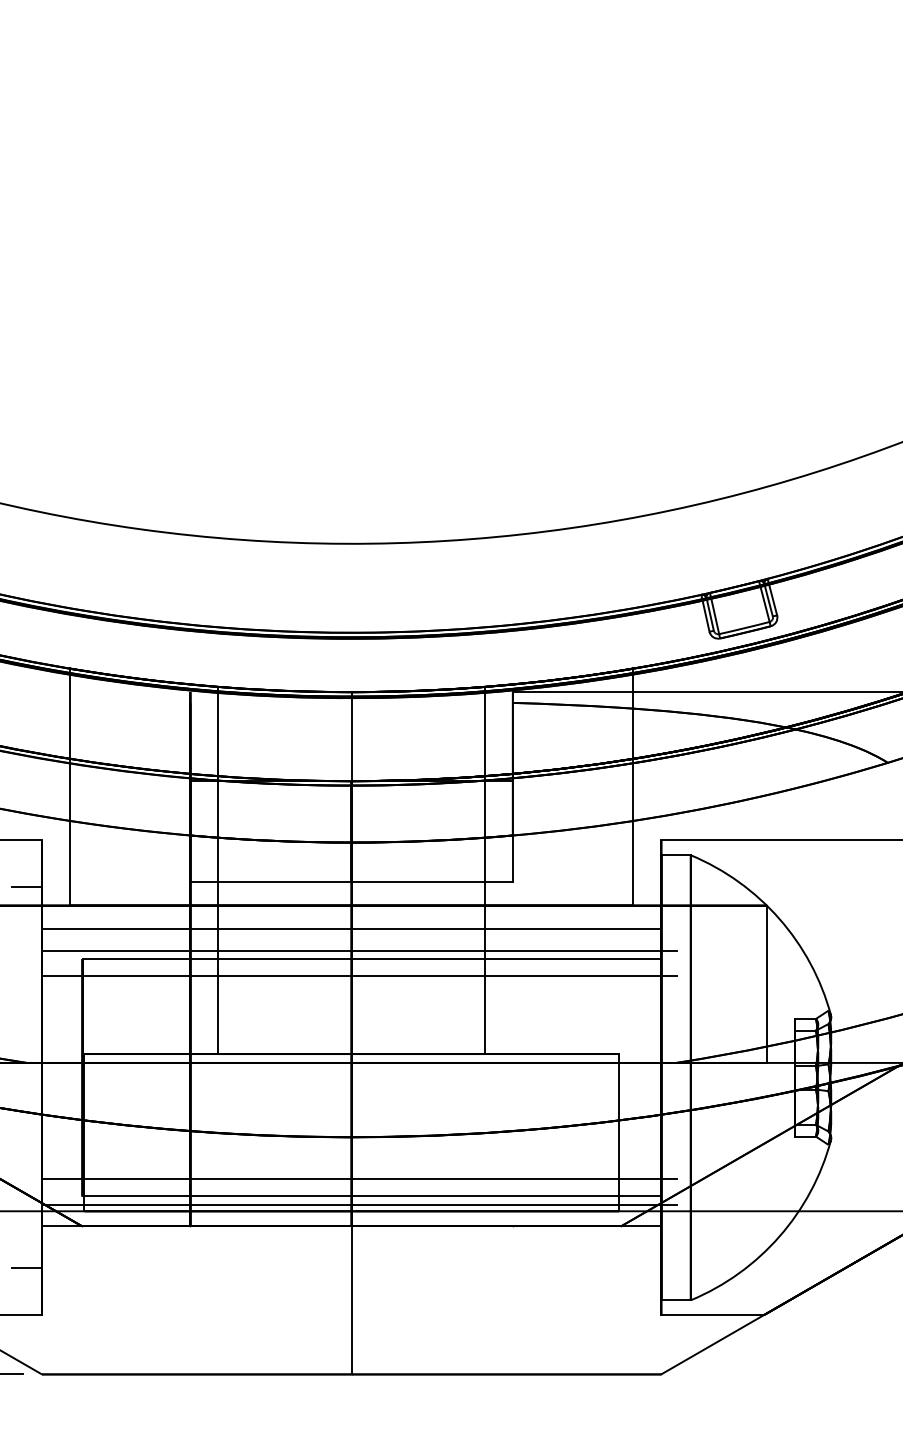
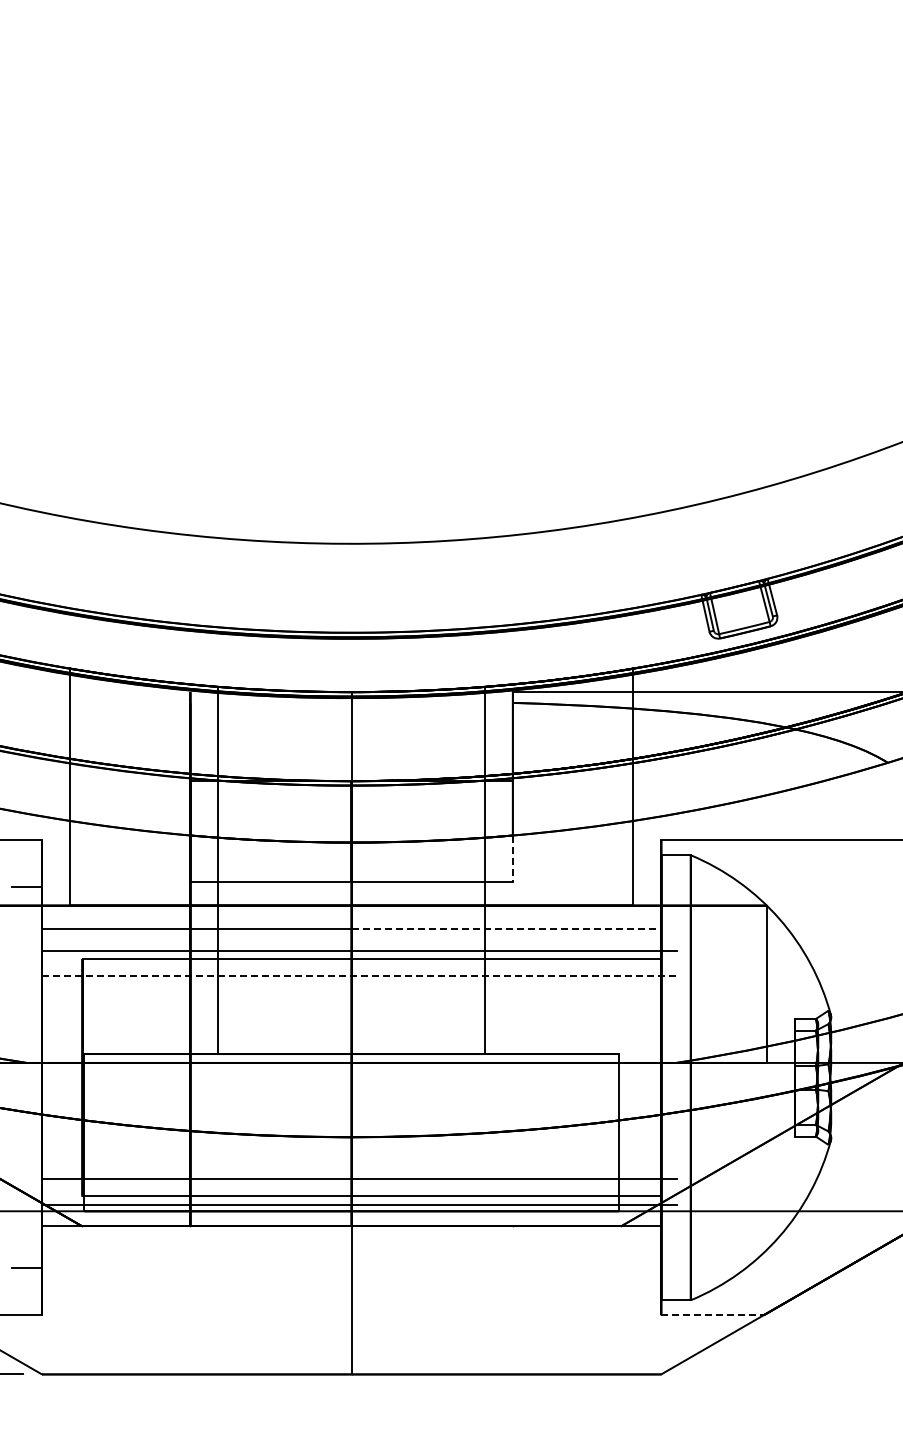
line at (512, 859): solid -> dashed
line at (506, 929): solid -> dashed
line at (359, 976): solid -> dashed
line at (713, 1315): solid -> dashed
